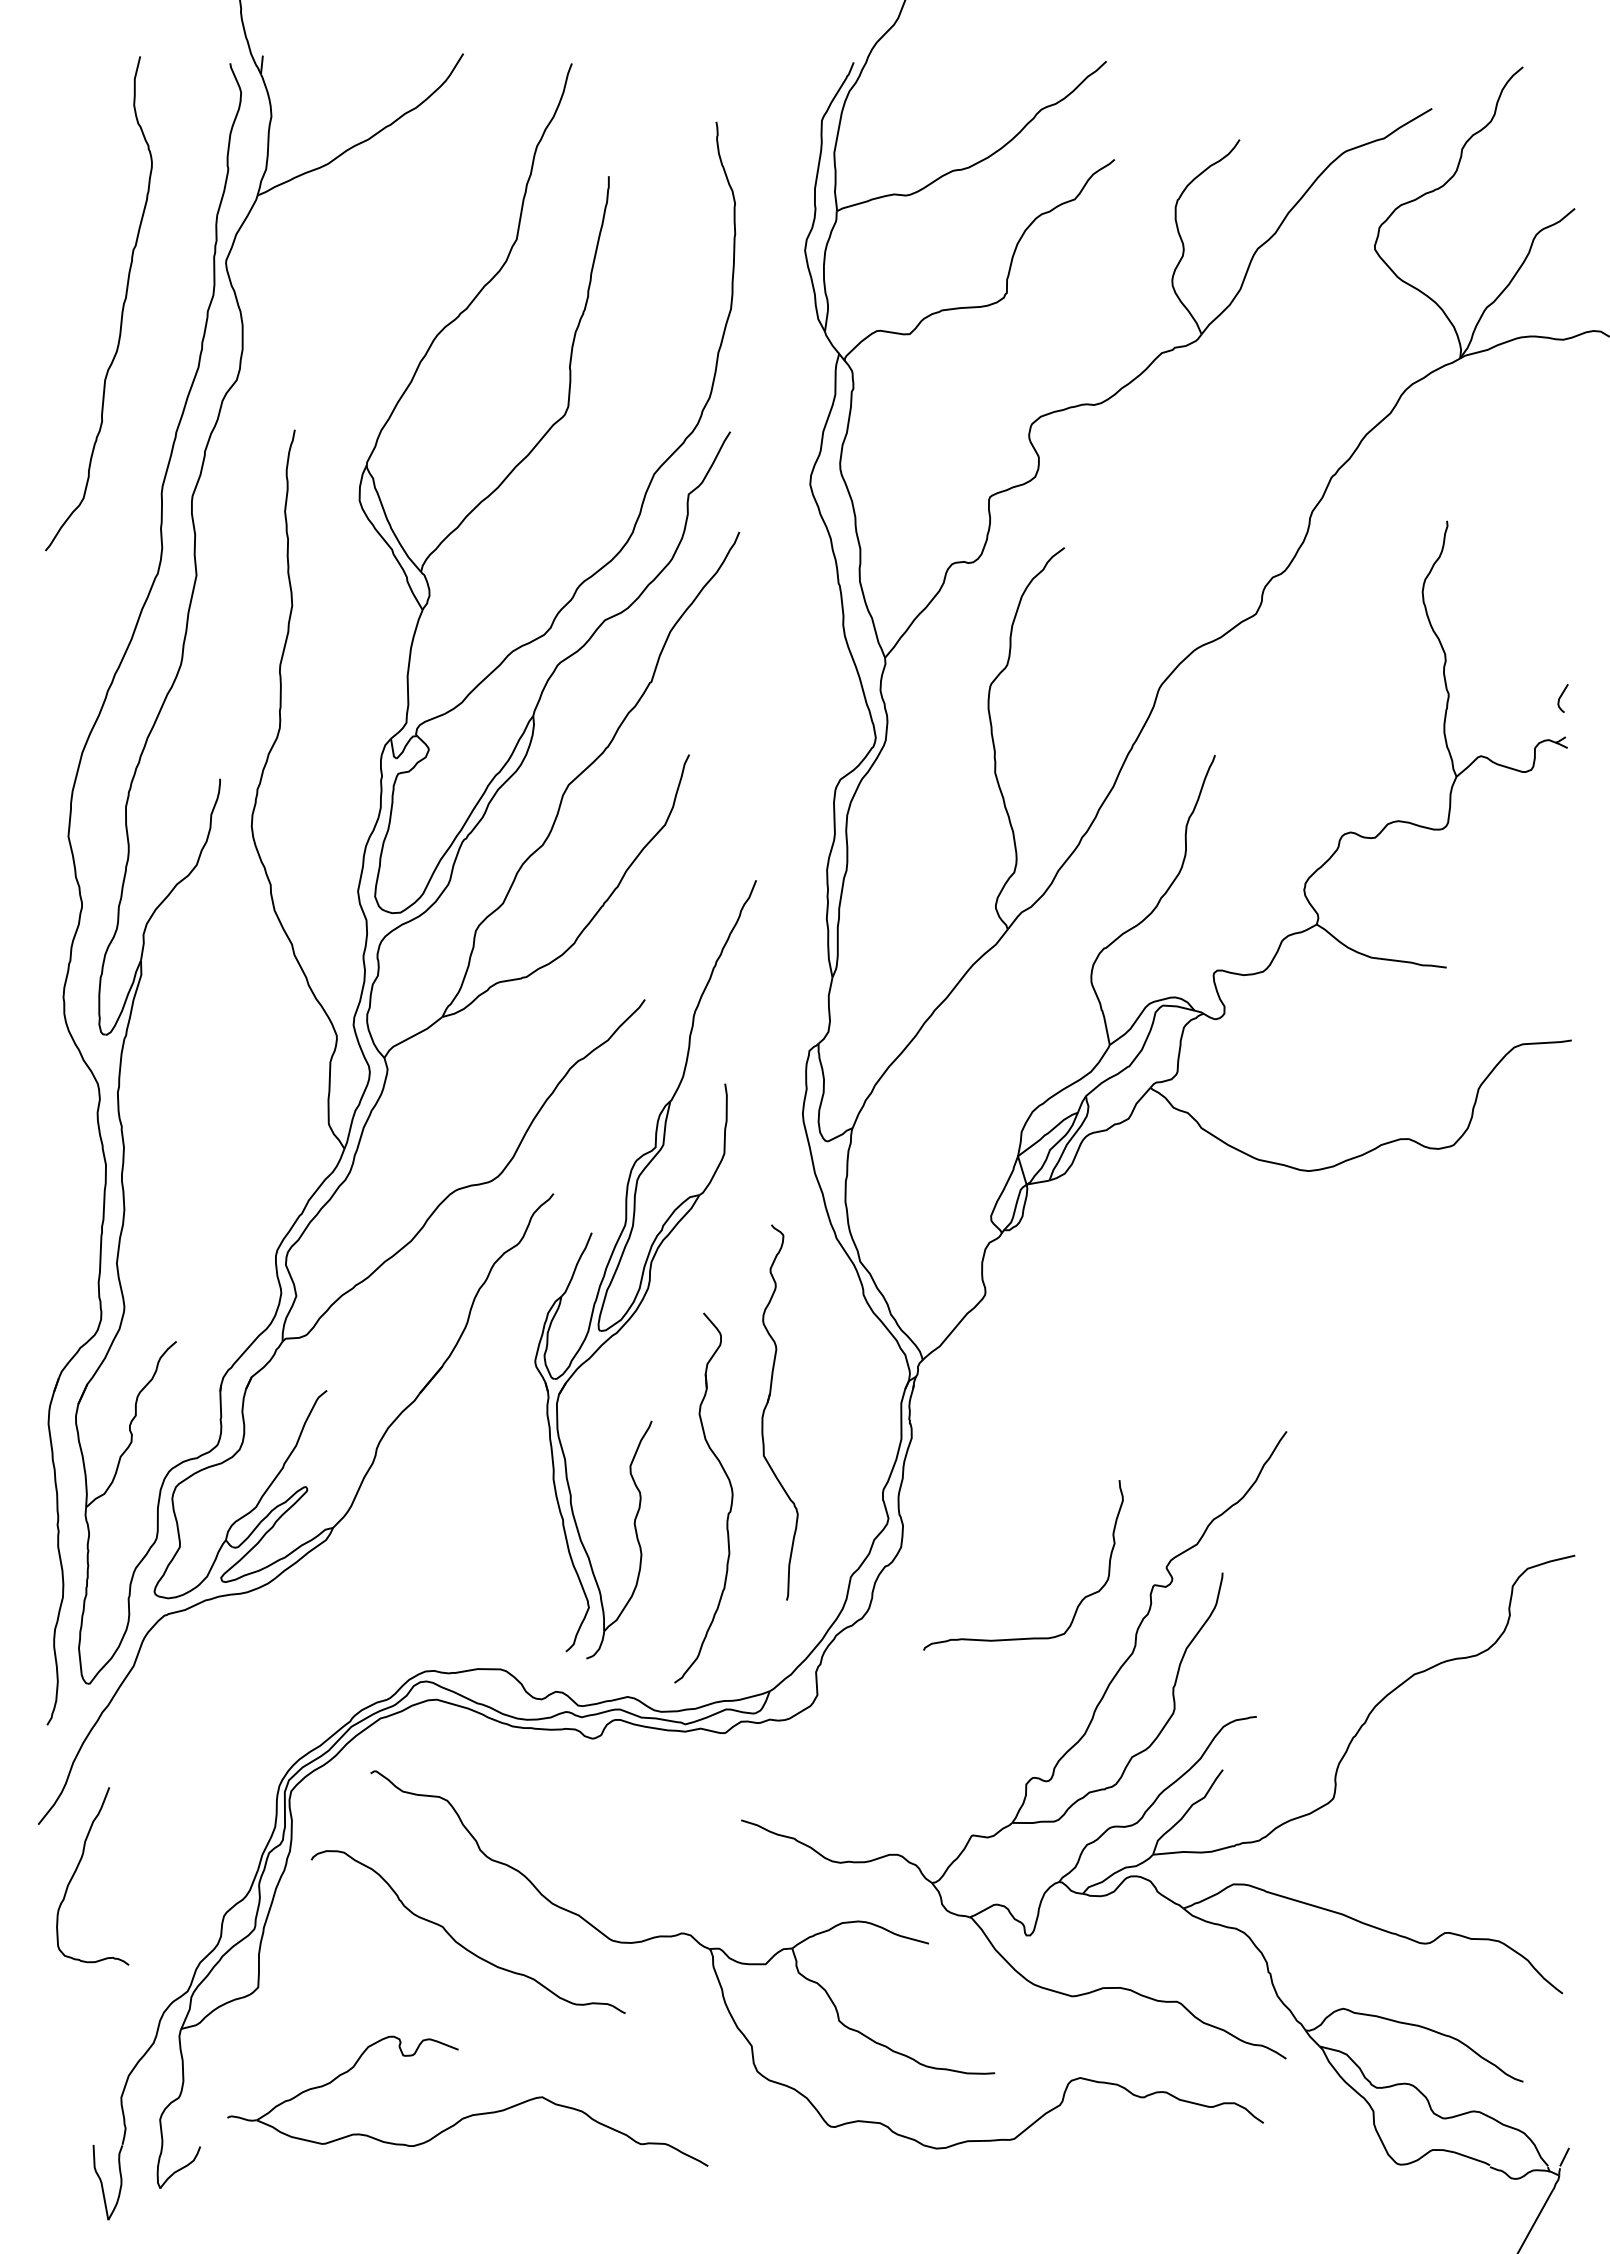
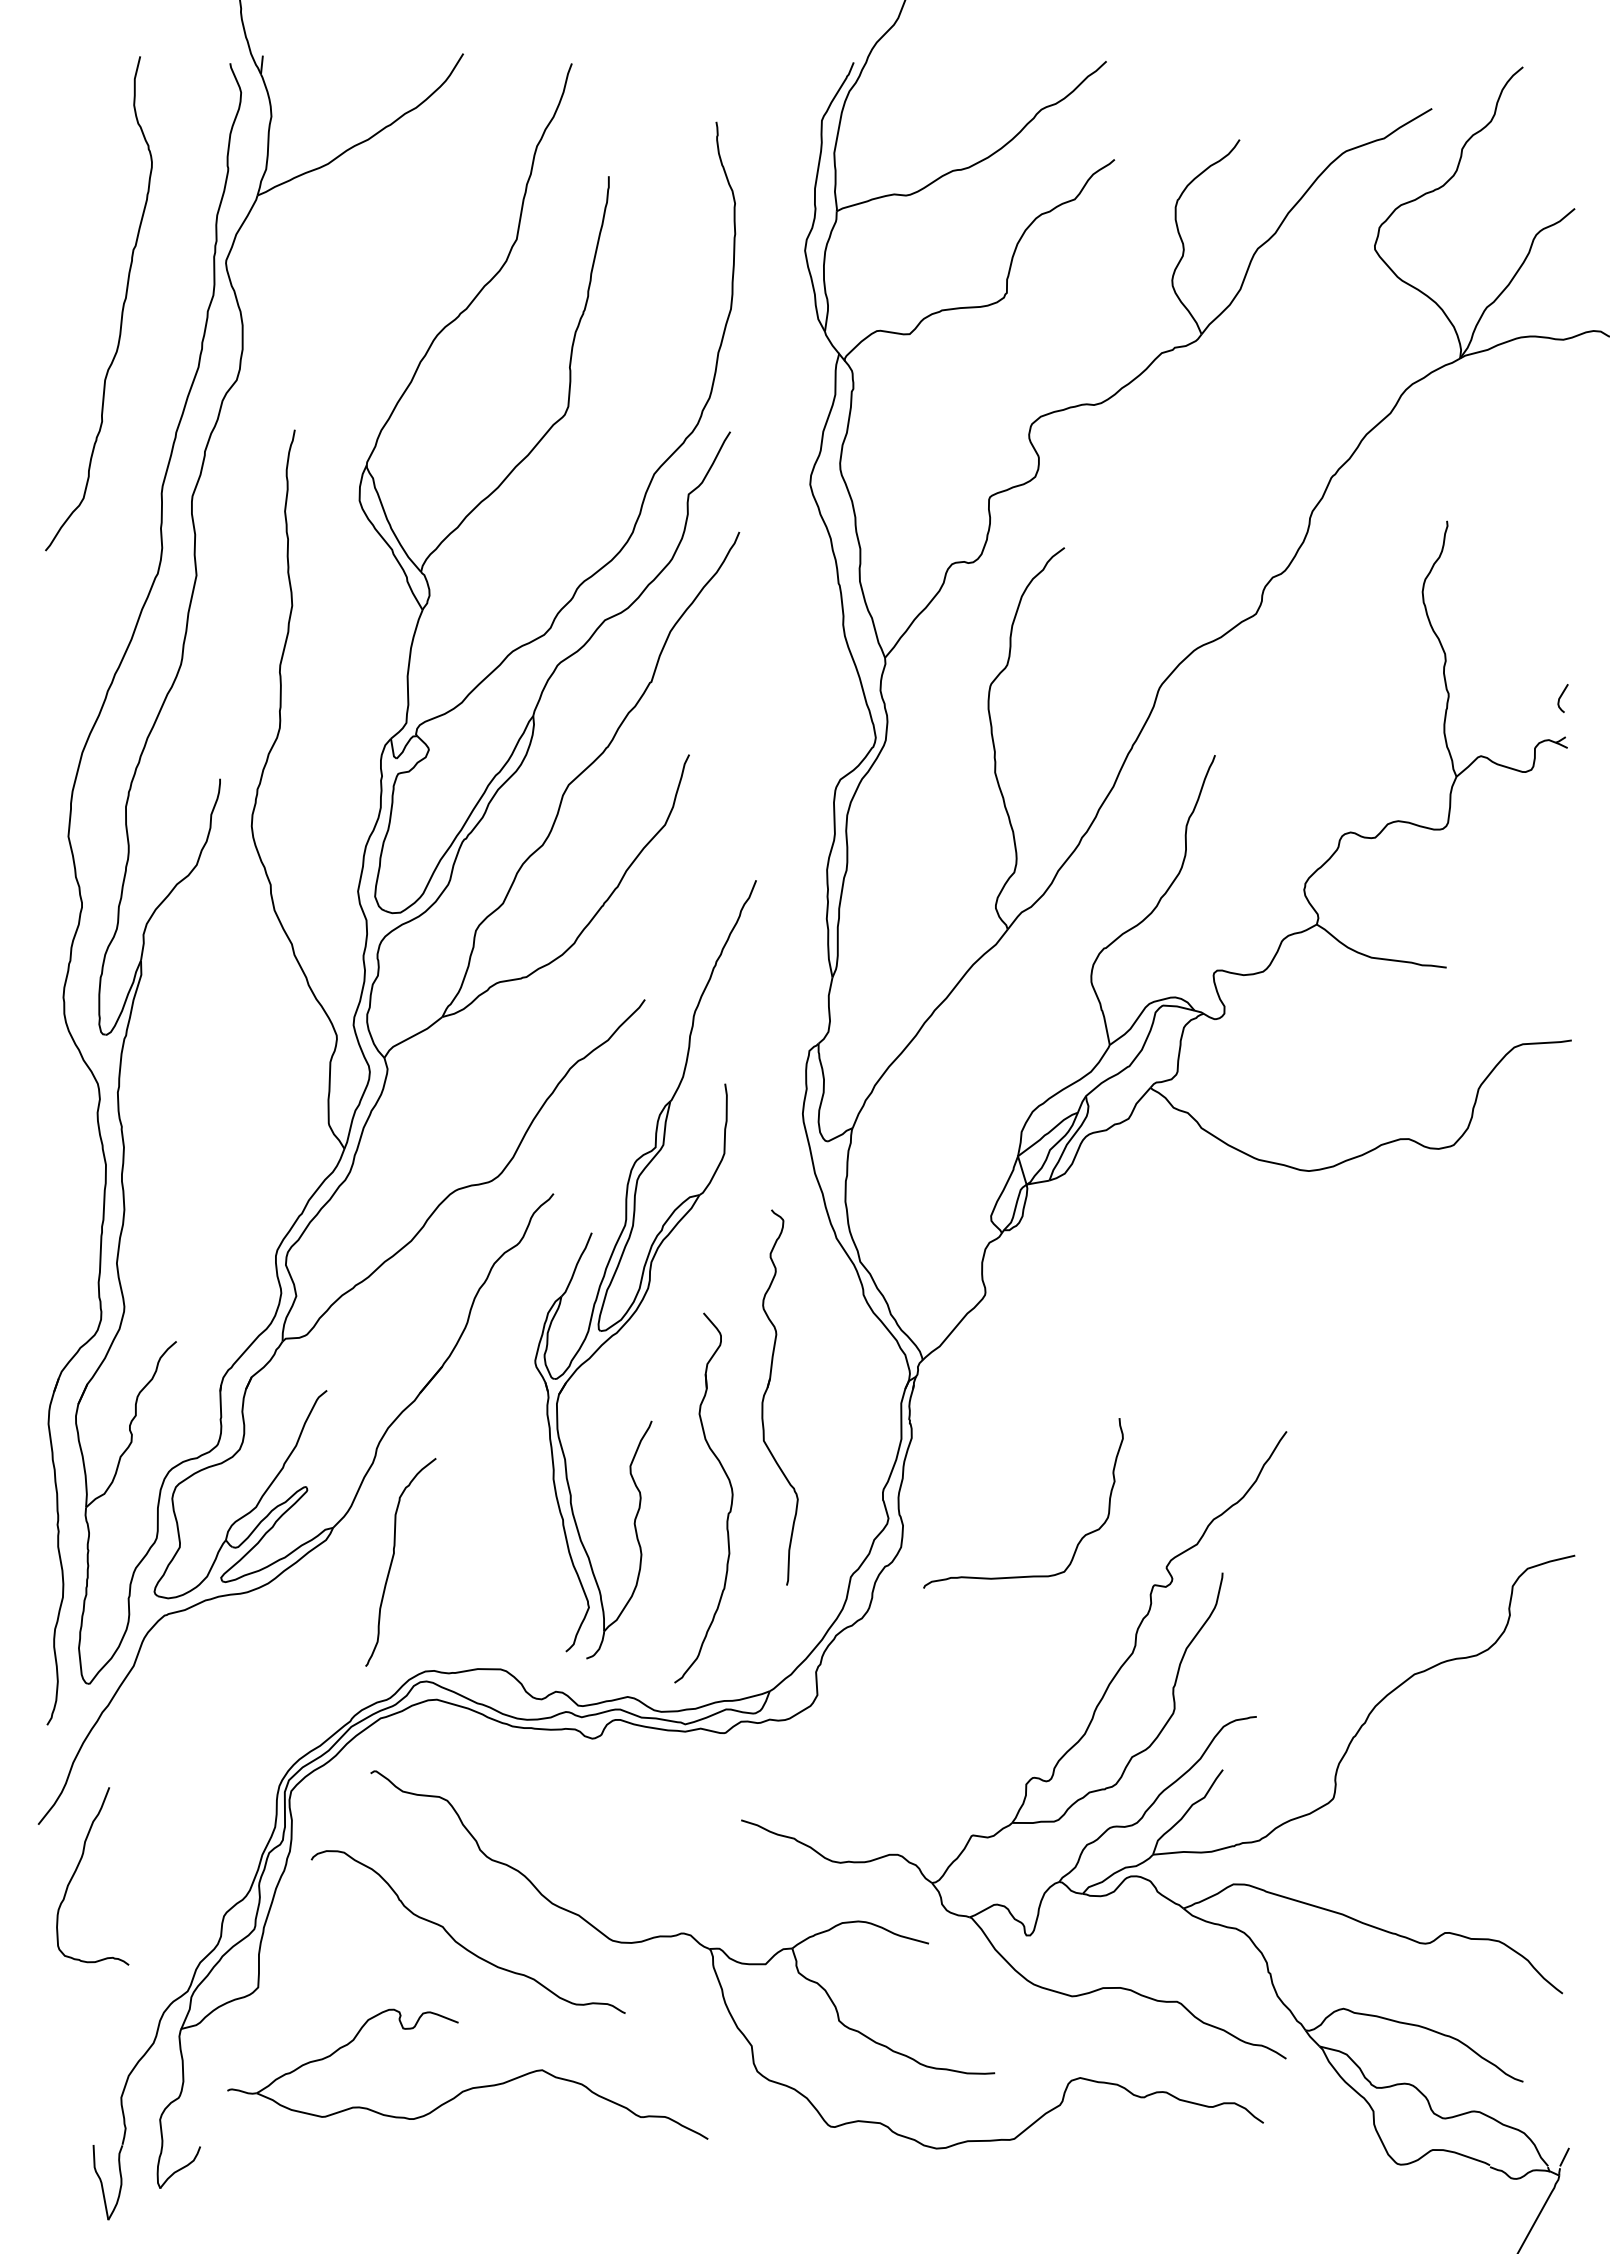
part at (767, 1405) position: (767, 1405) -> (767, 1390)
curve at (393, 1559): none -> present
curve at (1079, 1602) position: (1079, 1602) -> (1079, 1540)
part at (471, 2114) position: (471, 2114) -> (471, 2087)
